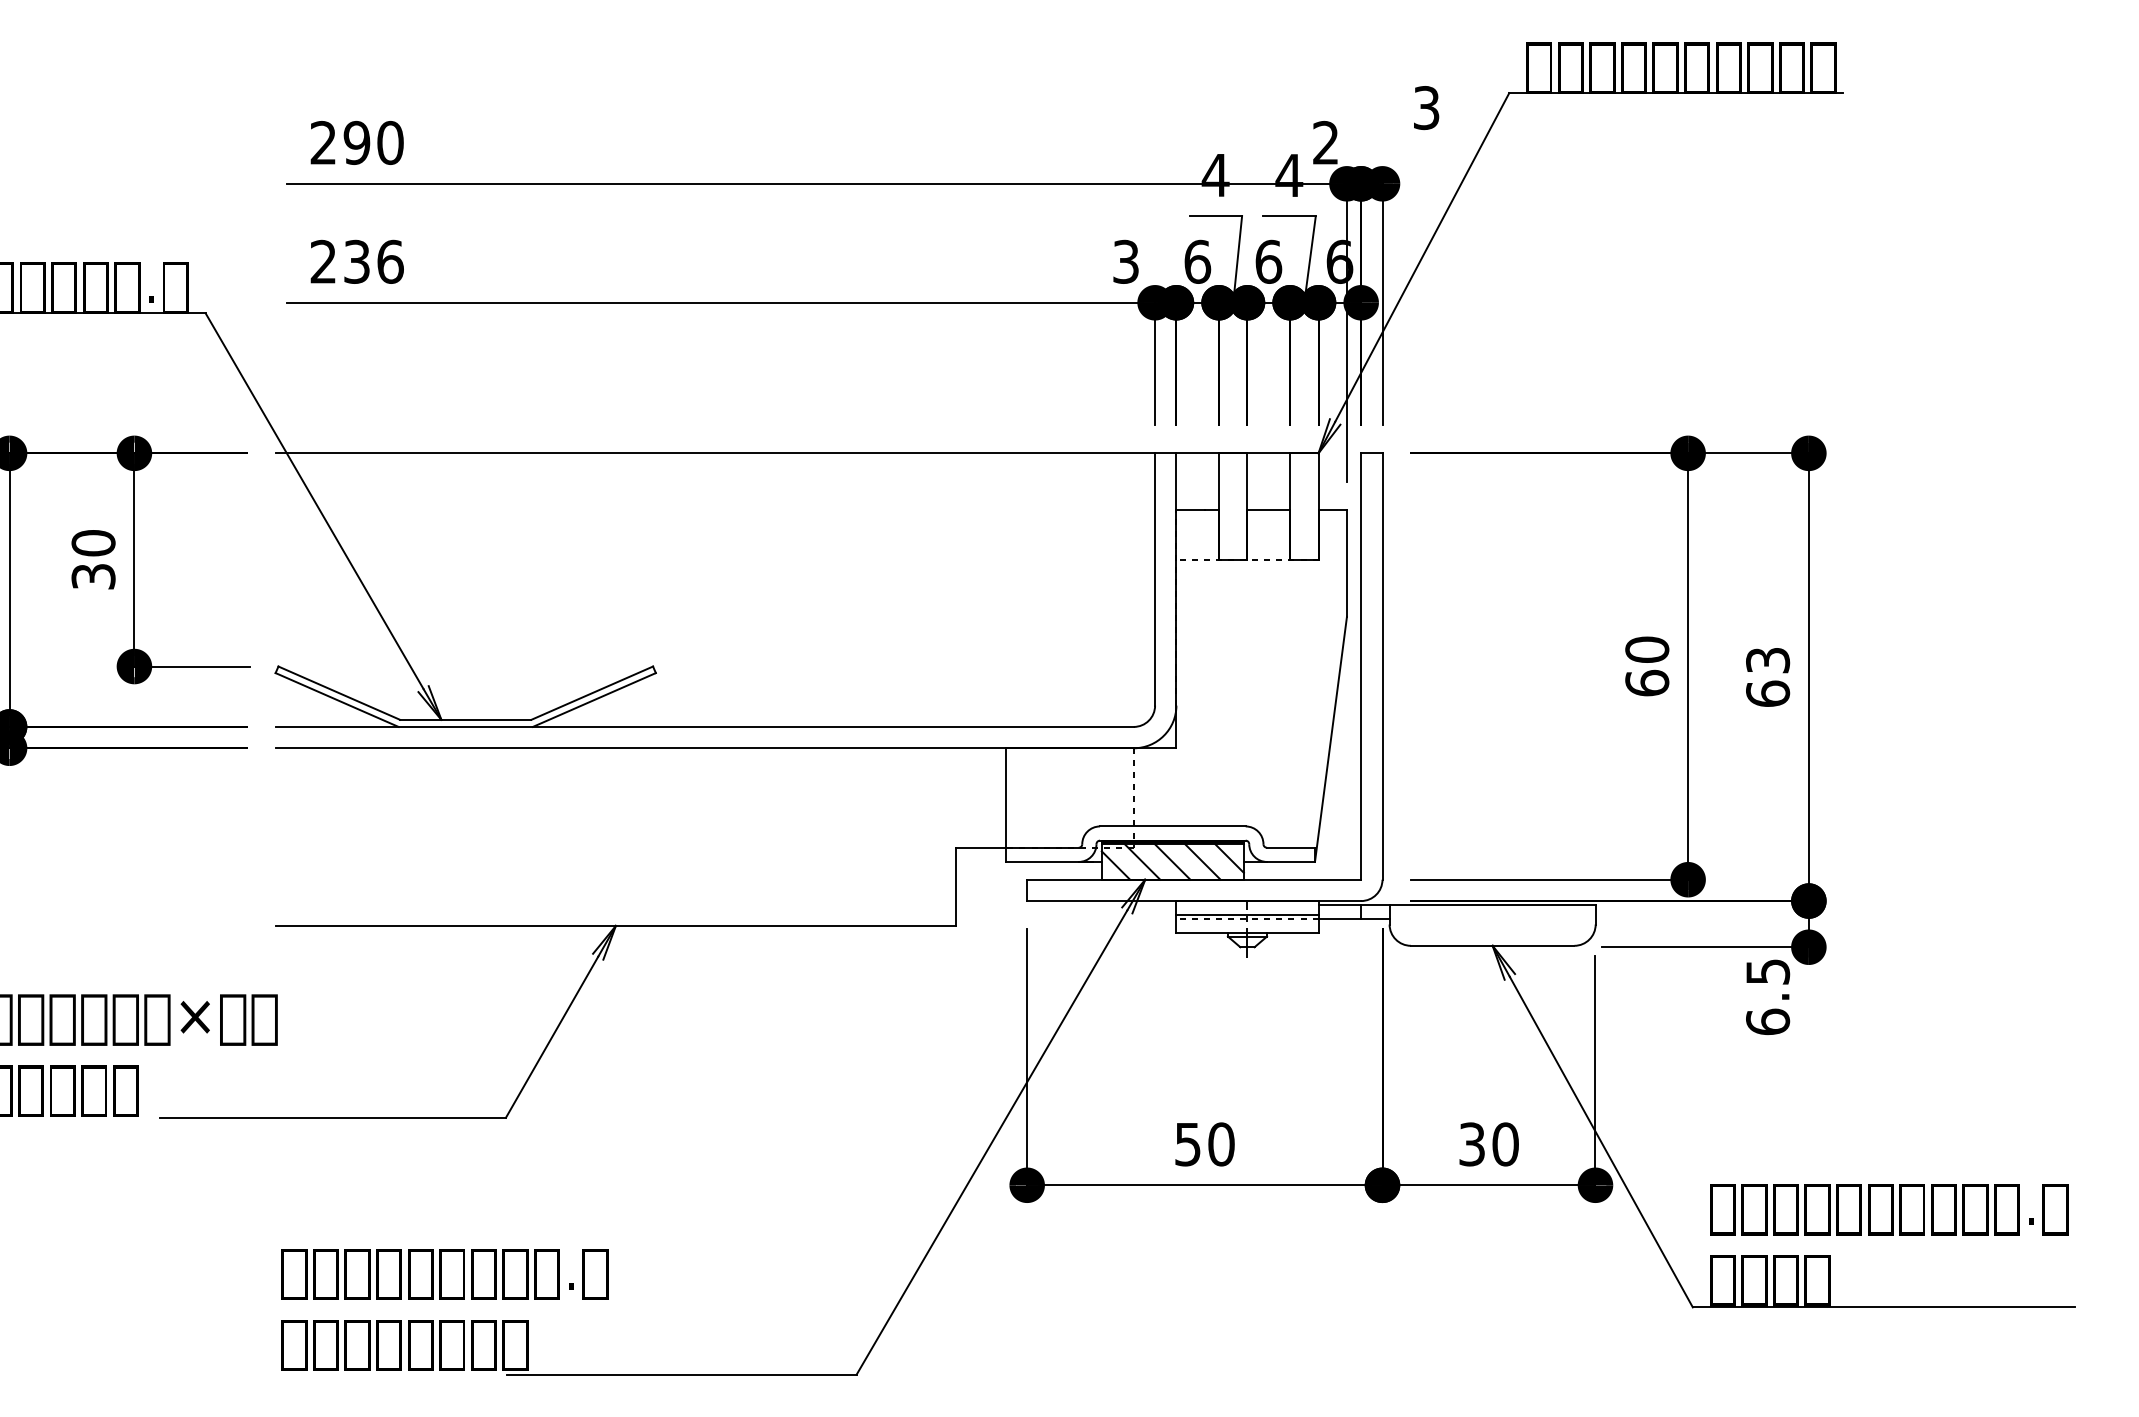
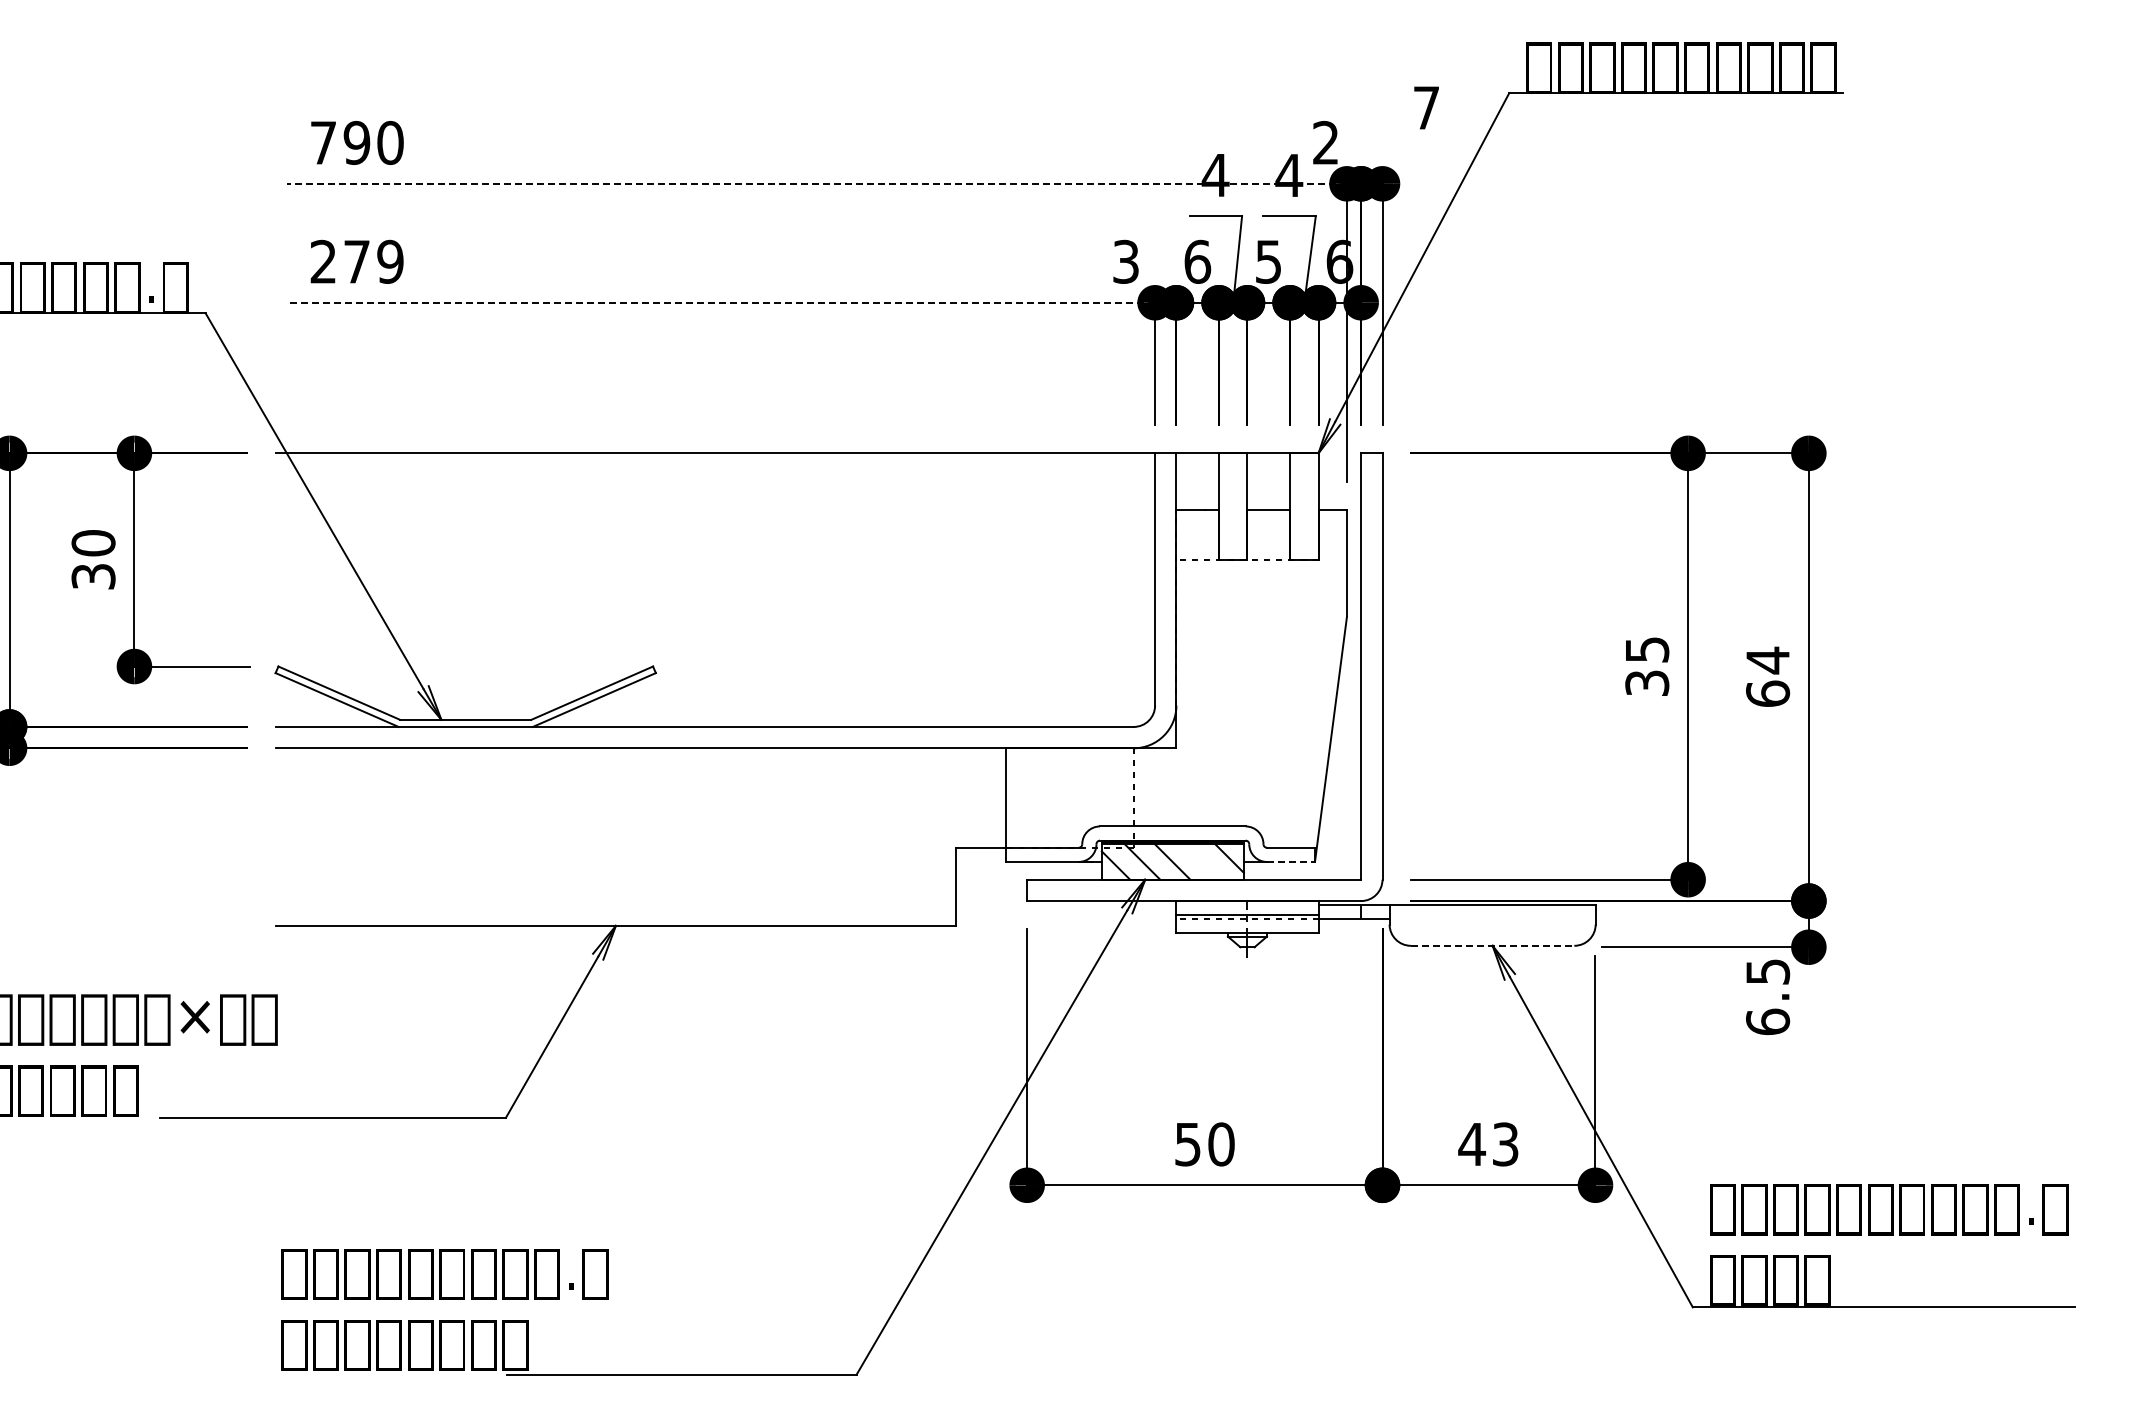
text at (1426, 108): 3 -> 7
text at (322, 142): 290 -> 790
line at (816, 183): solid -> dashed
text at (373, 261): 236 -> 279
text at (1268, 261): 6 -> 5
line at (720, 302): solid -> dashed
text at (1768, 660): 63 -> 64
text at (1647, 666): 60 -> 35
line at (1202, 861): present -> none
line at (1291, 861): solid -> dashed
line at (1492, 945): solid -> dashed
text at (1488, 1144): 30 -> 43
